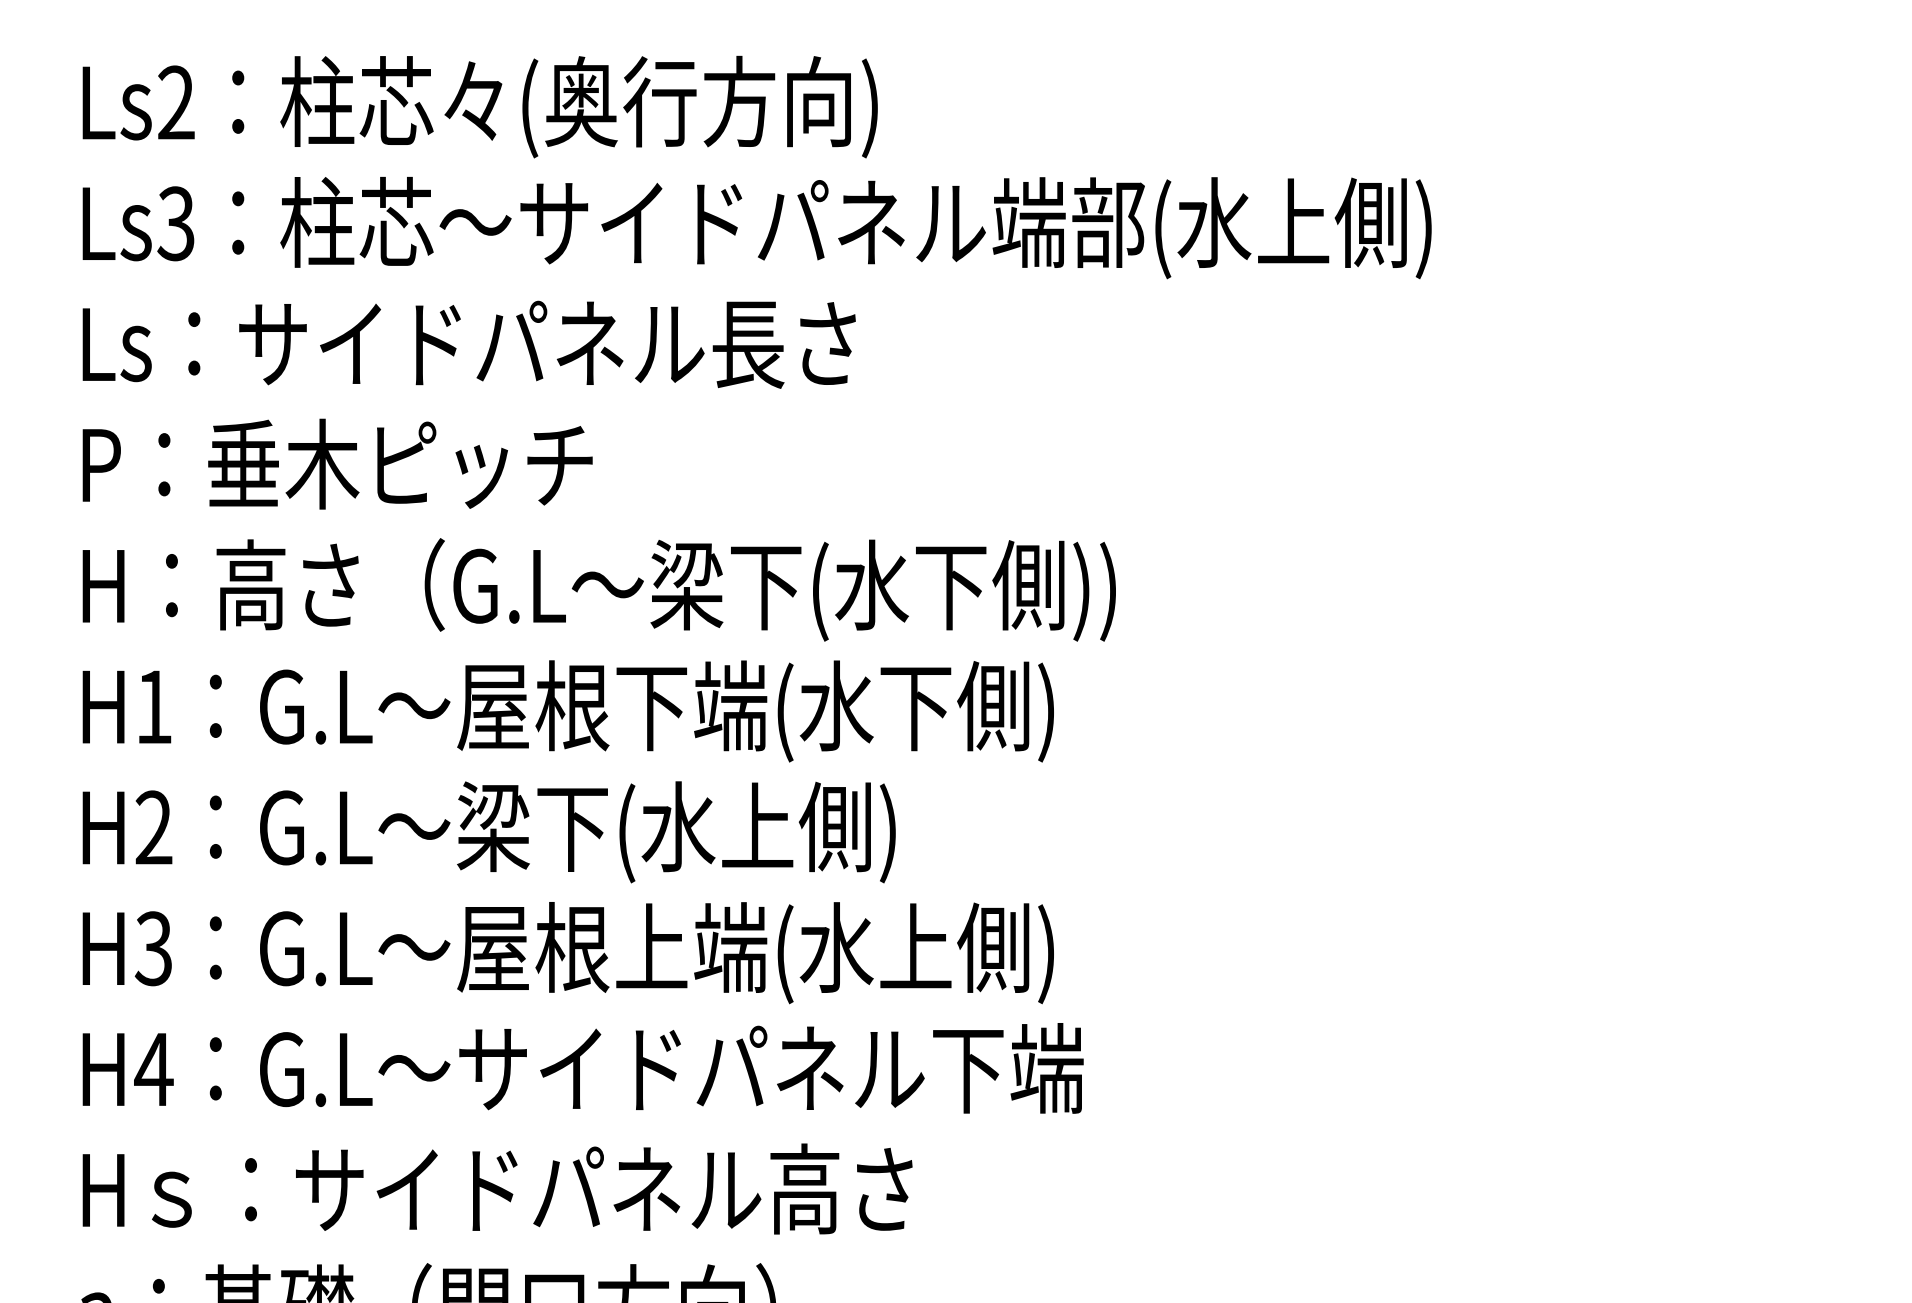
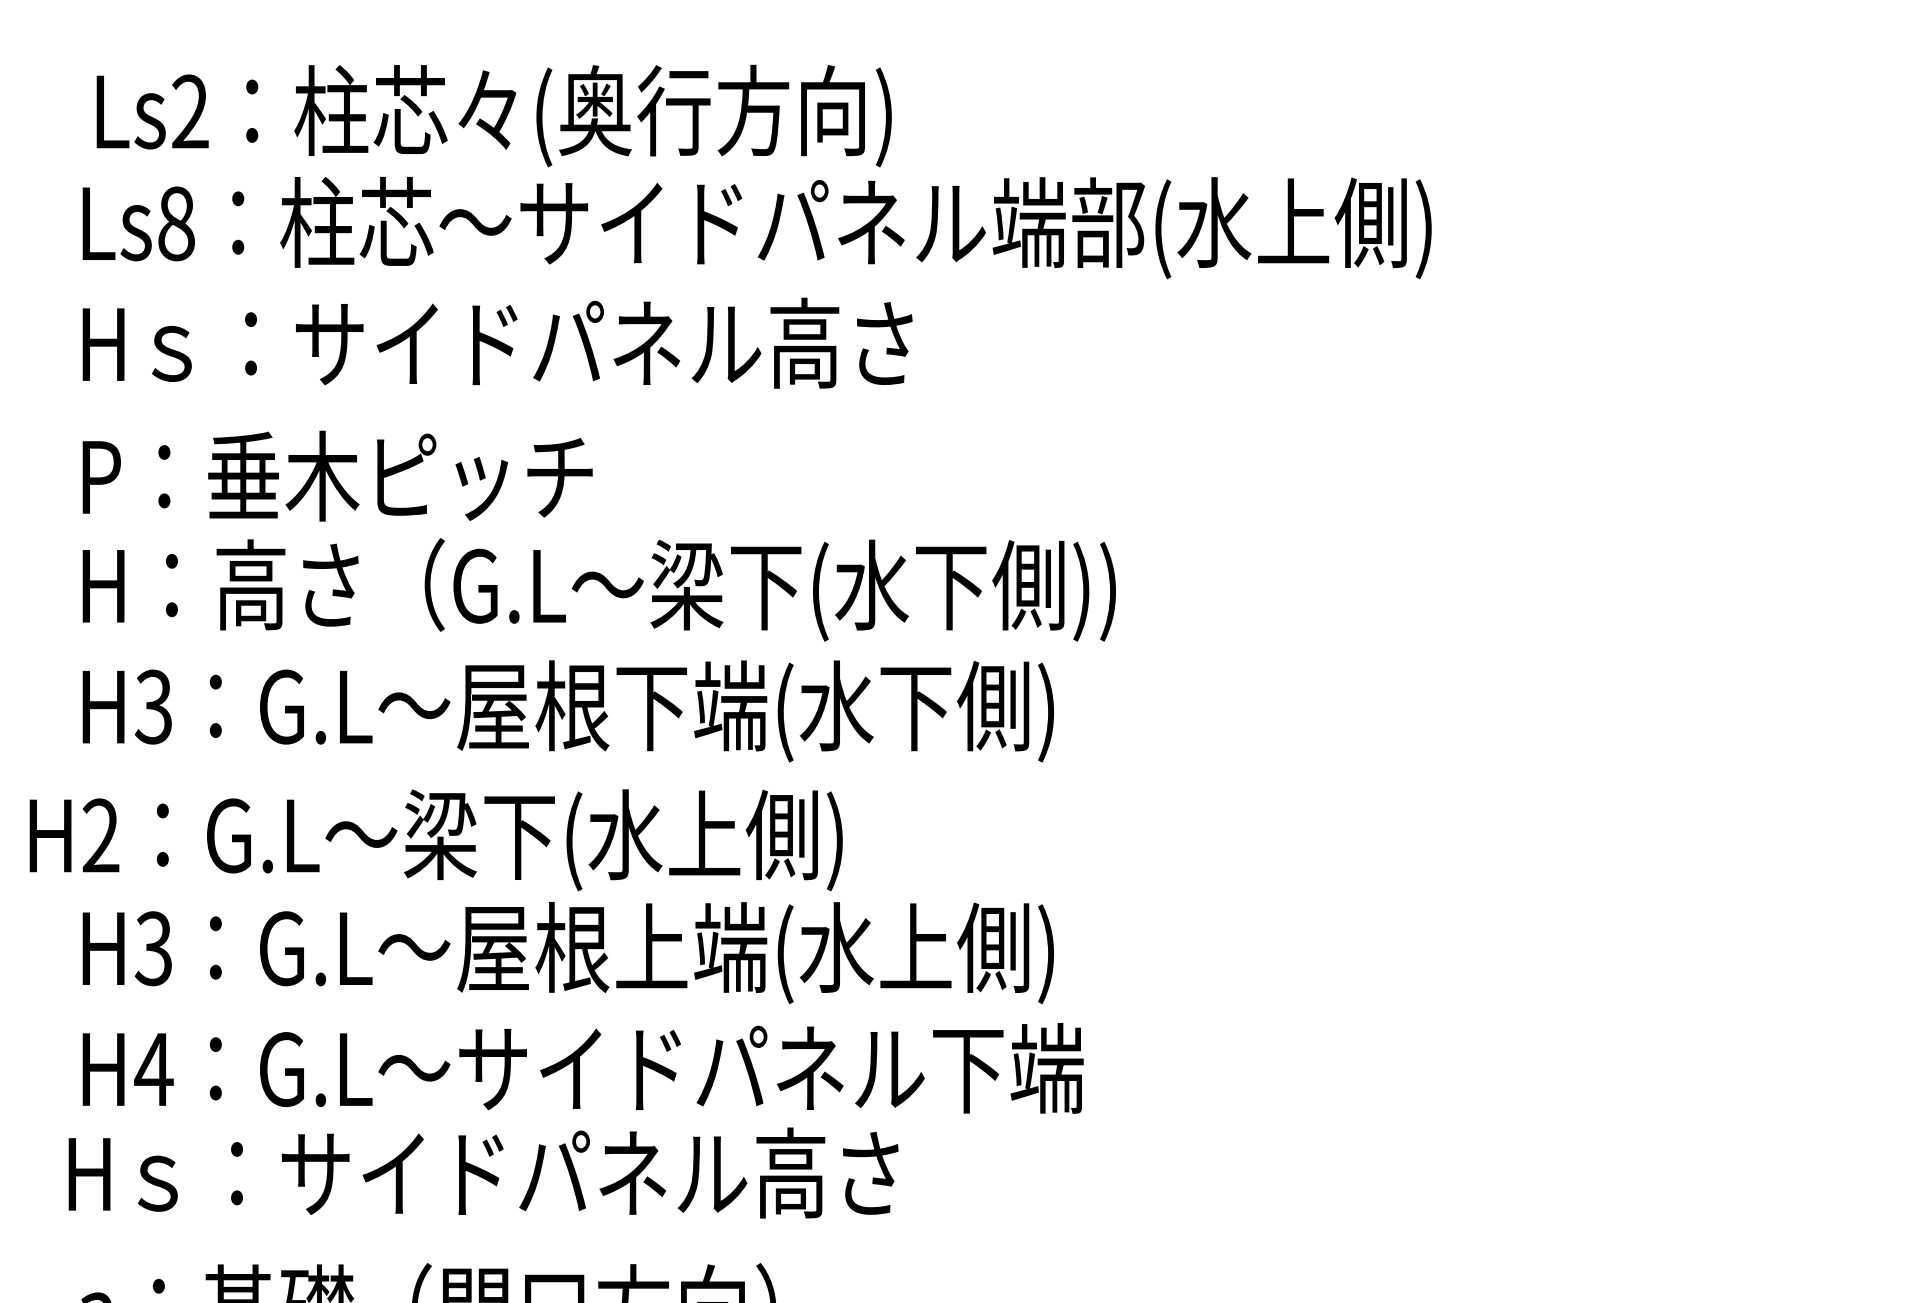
text at (479, 106) position: (479, 106) -> (493, 115)
text at (175, 223): Ls3 -> Ls8
text at (501, 342): Ls：サイドパネル長さ -> Hｓ：サイドパネル高さ
text at (337, 463) position: (337, 463) -> (337, 475)
text at (152, 706): H1 -> H3
text at (488, 832) position: (488, 832) -> (435, 840)
text at (497, 1188) position: (497, 1188) -> (483, 1172)
